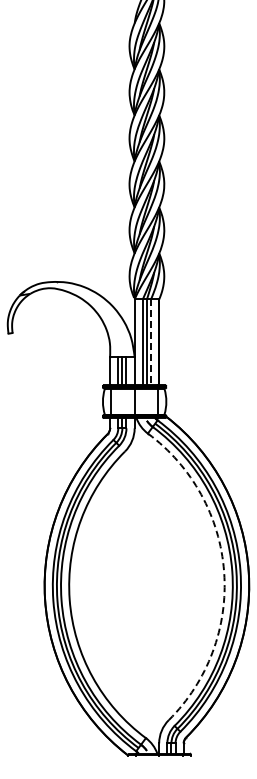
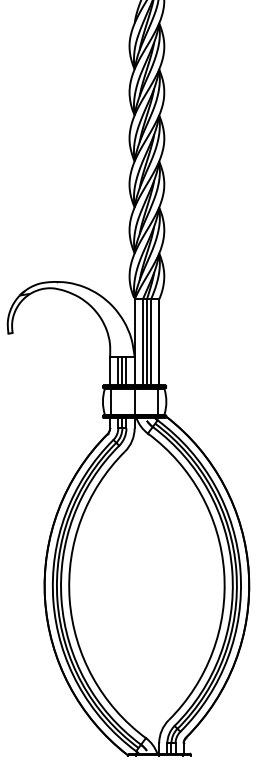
line at (151, 343): dashed -> solid
arc at (224, 572): dashed -> solid
